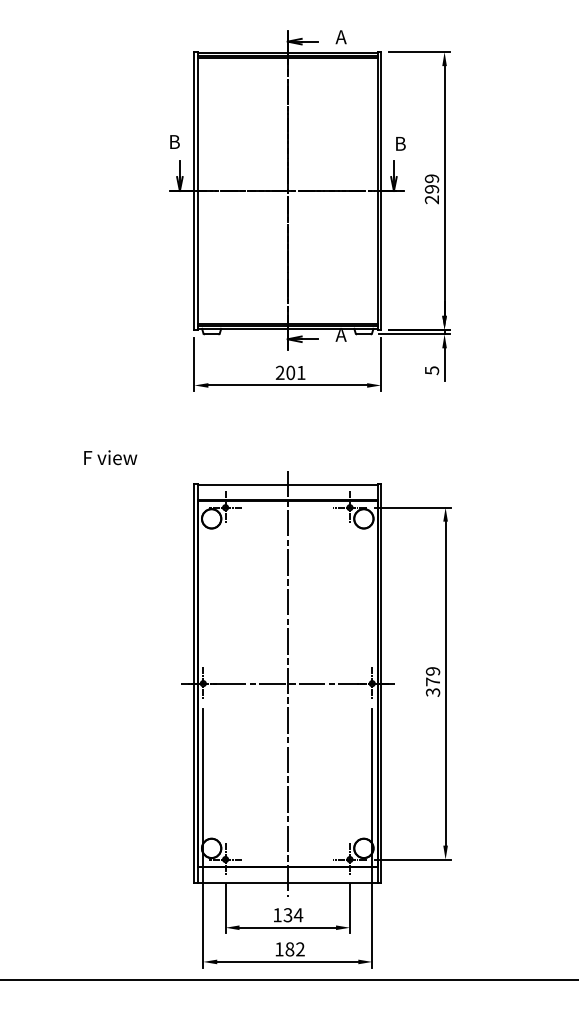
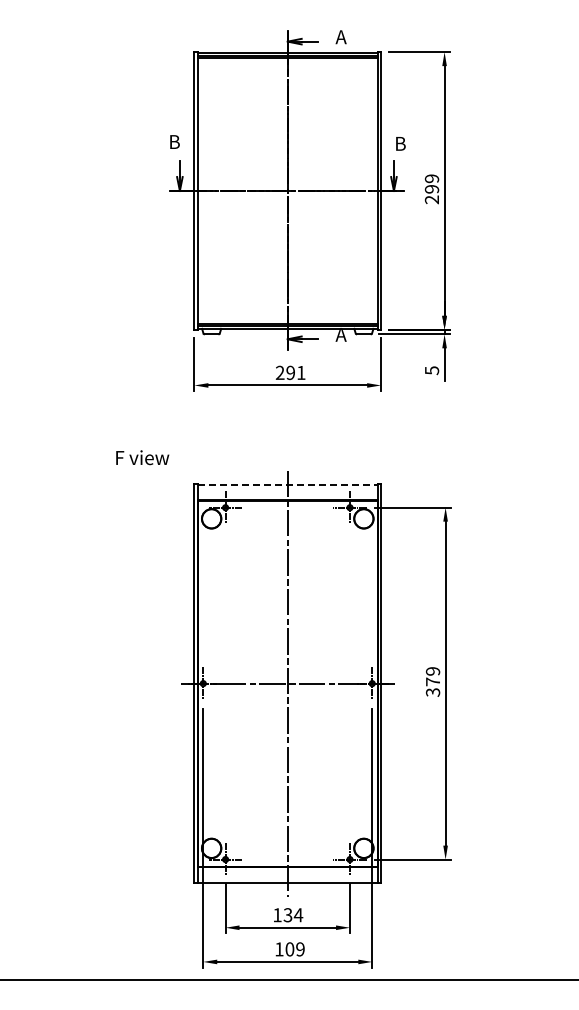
text at (290, 372): 201 -> 291
text at (110, 457) position: (110, 457) -> (142, 457)
line at (288, 484): solid -> dashed
text at (294, 949): 182 -> 109
